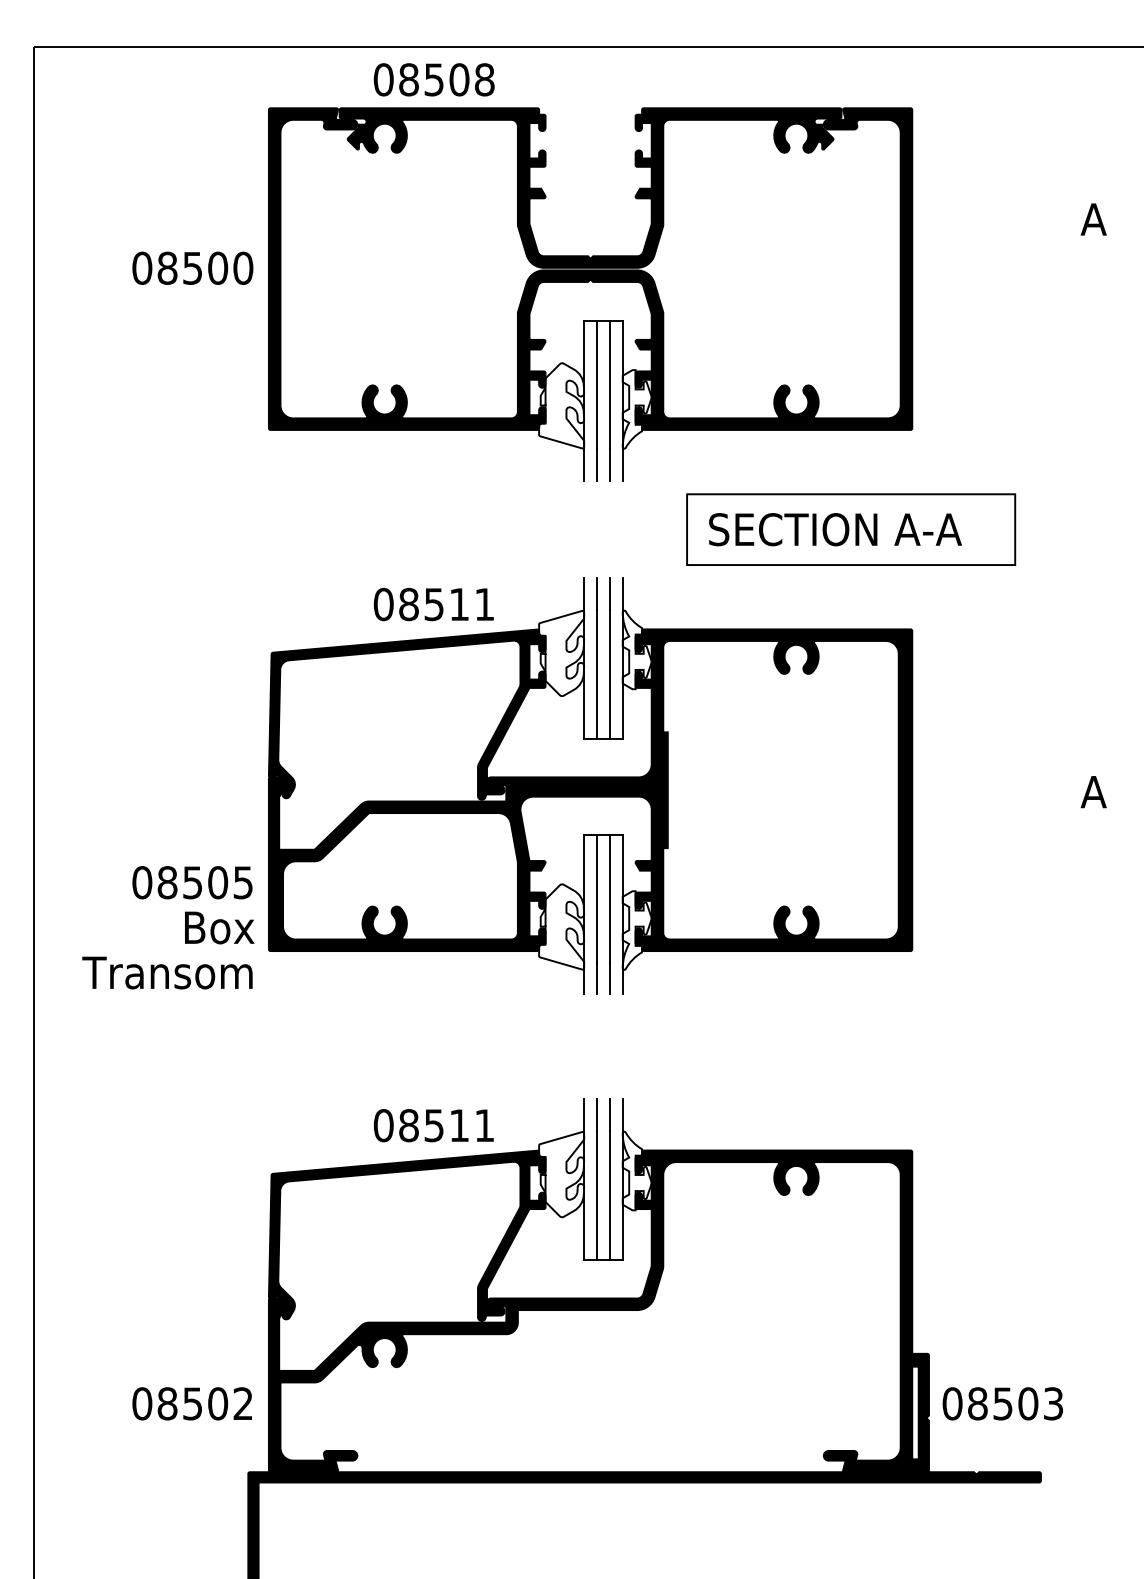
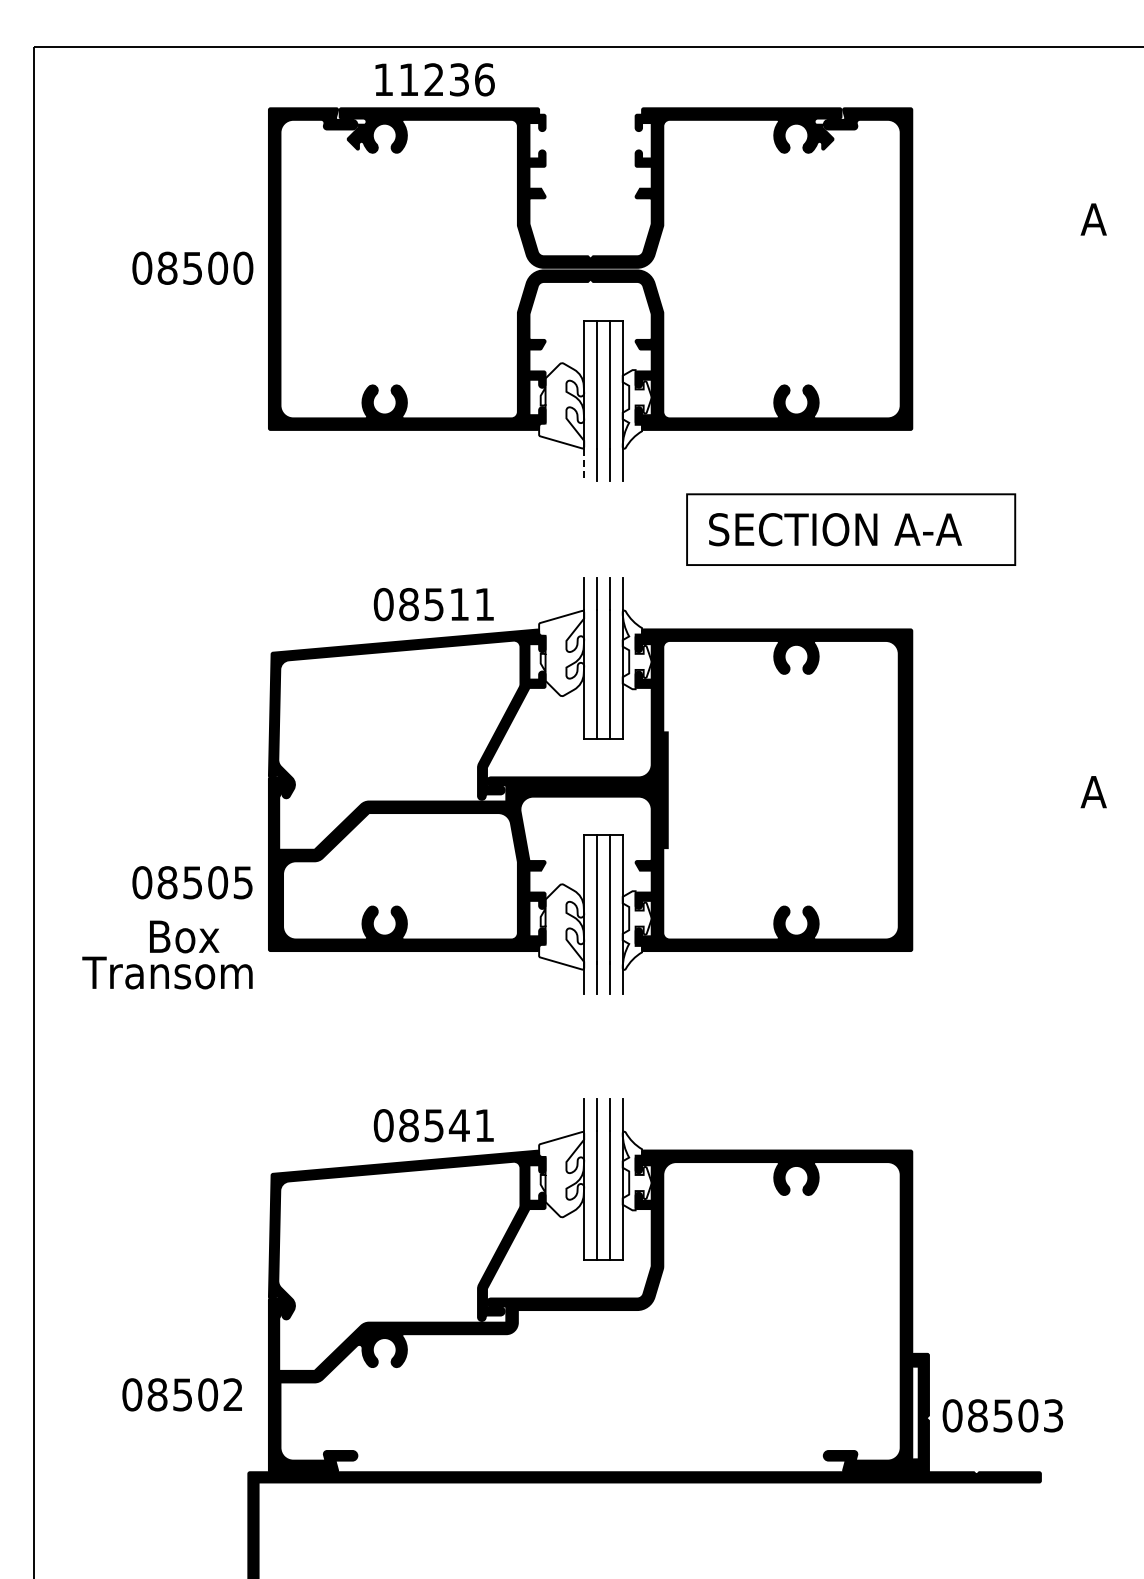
text at (433, 79): 08508 -> 11236
line at (584, 465): solid -> dashed
text at (219, 927) position: (219, 927) -> (184, 936)
text at (458, 1125): 08511 -> 08541
text at (191, 1403) position: (191, 1403) -> (181, 1394)
text at (1002, 1403) position: (1002, 1403) -> (1002, 1415)
